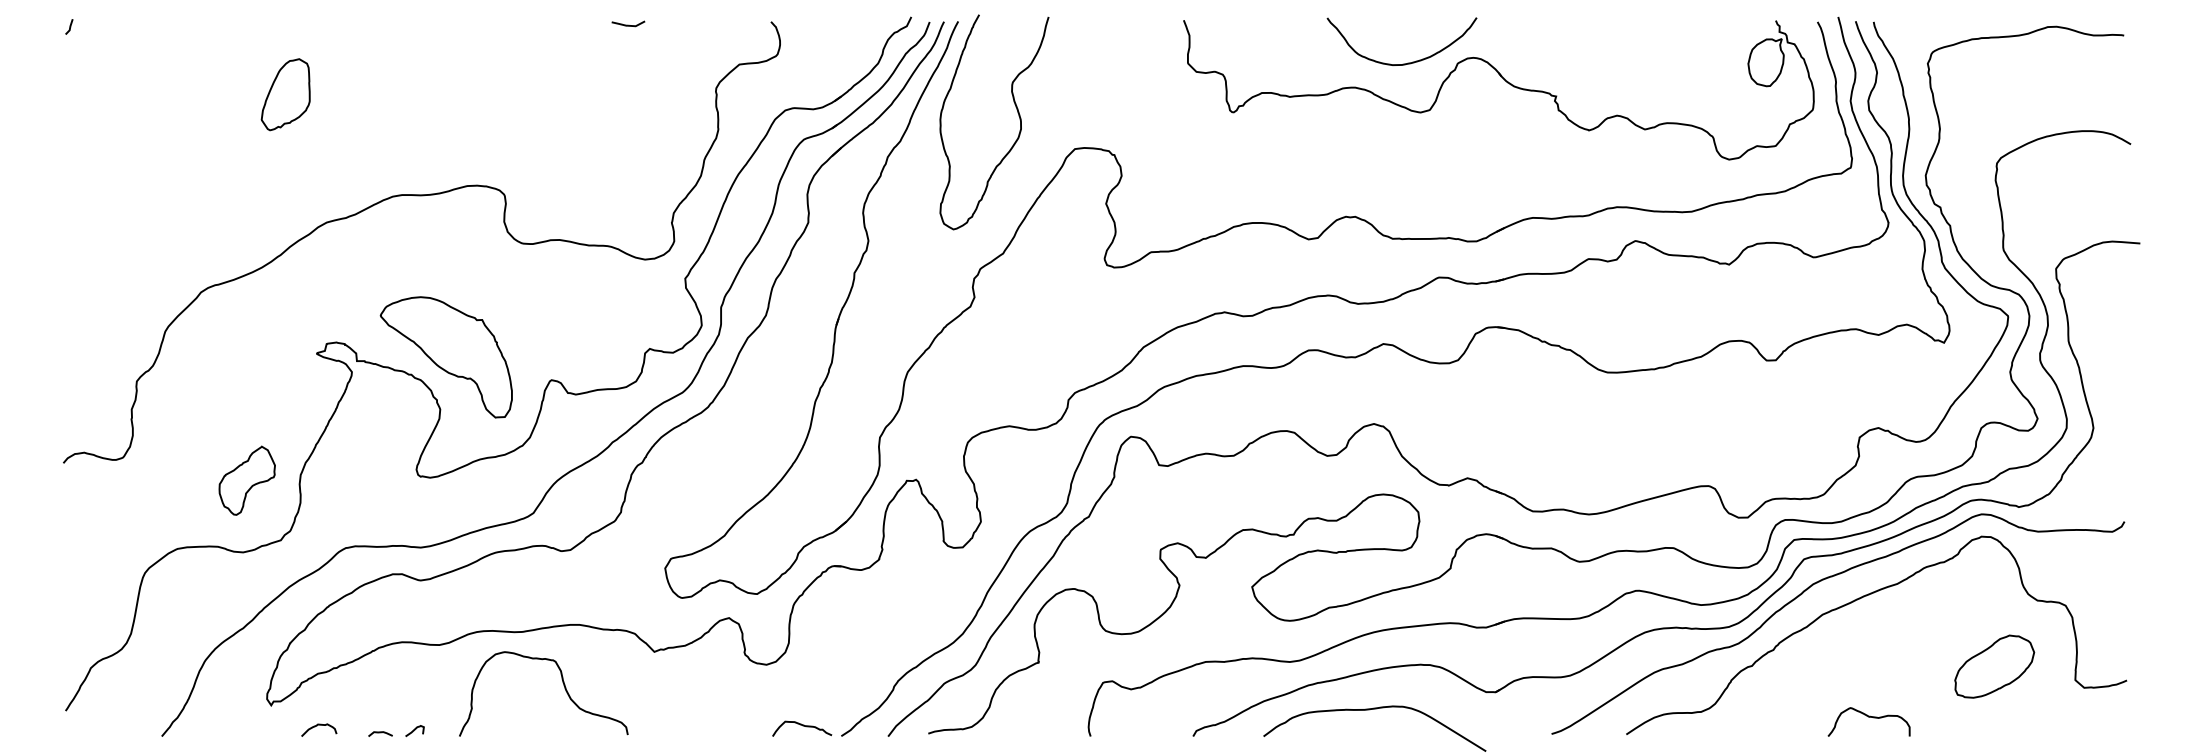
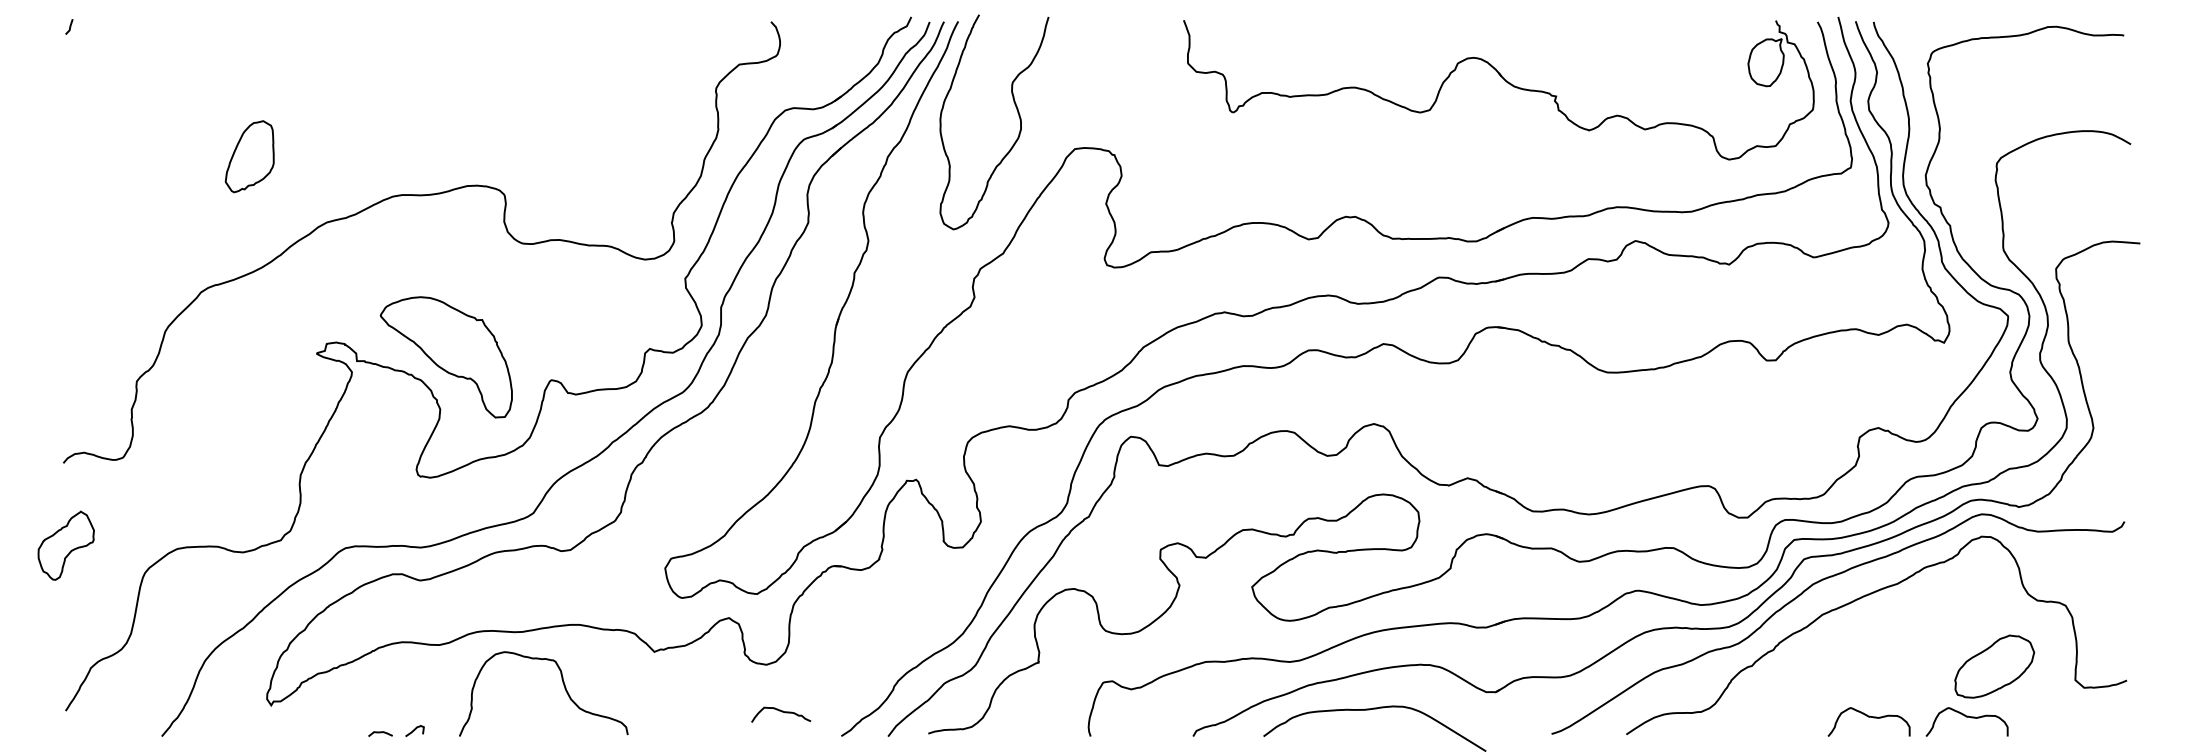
curve at (628, 24): present -> none
curve at (1407, 62): present -> none
part at (285, 94) position: (285, 94) -> (249, 156)
part at (246, 480) position: (246, 480) -> (65, 545)
curve at (1966, 717): none -> present
curve at (317, 726): present -> none
curve at (802, 726) position: (802, 726) -> (781, 712)
